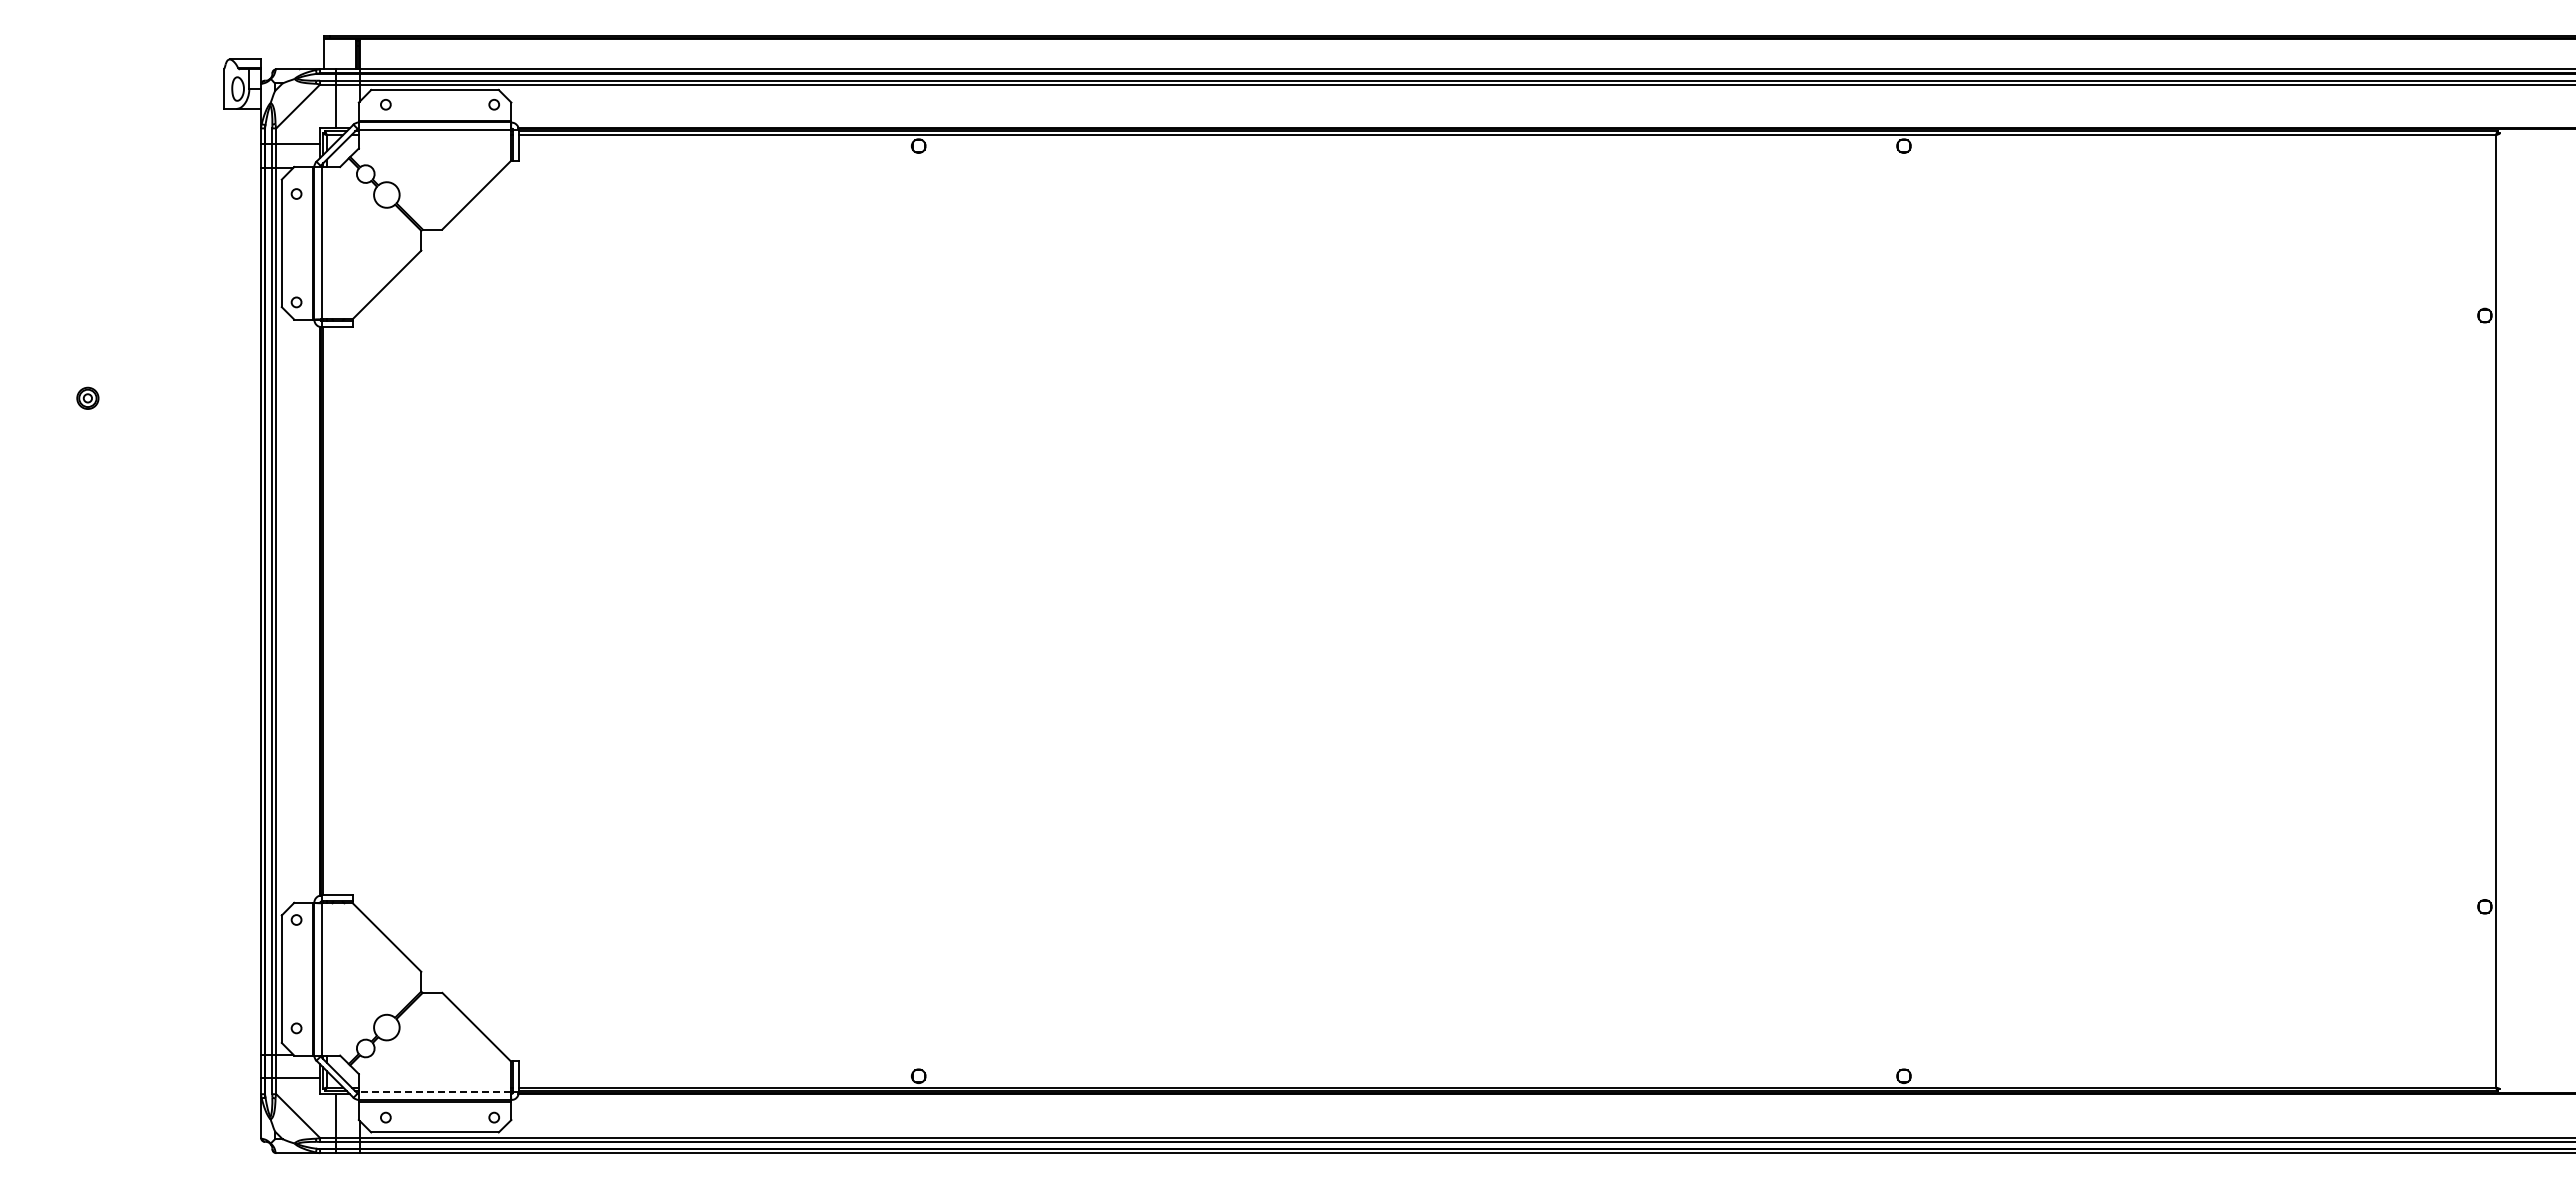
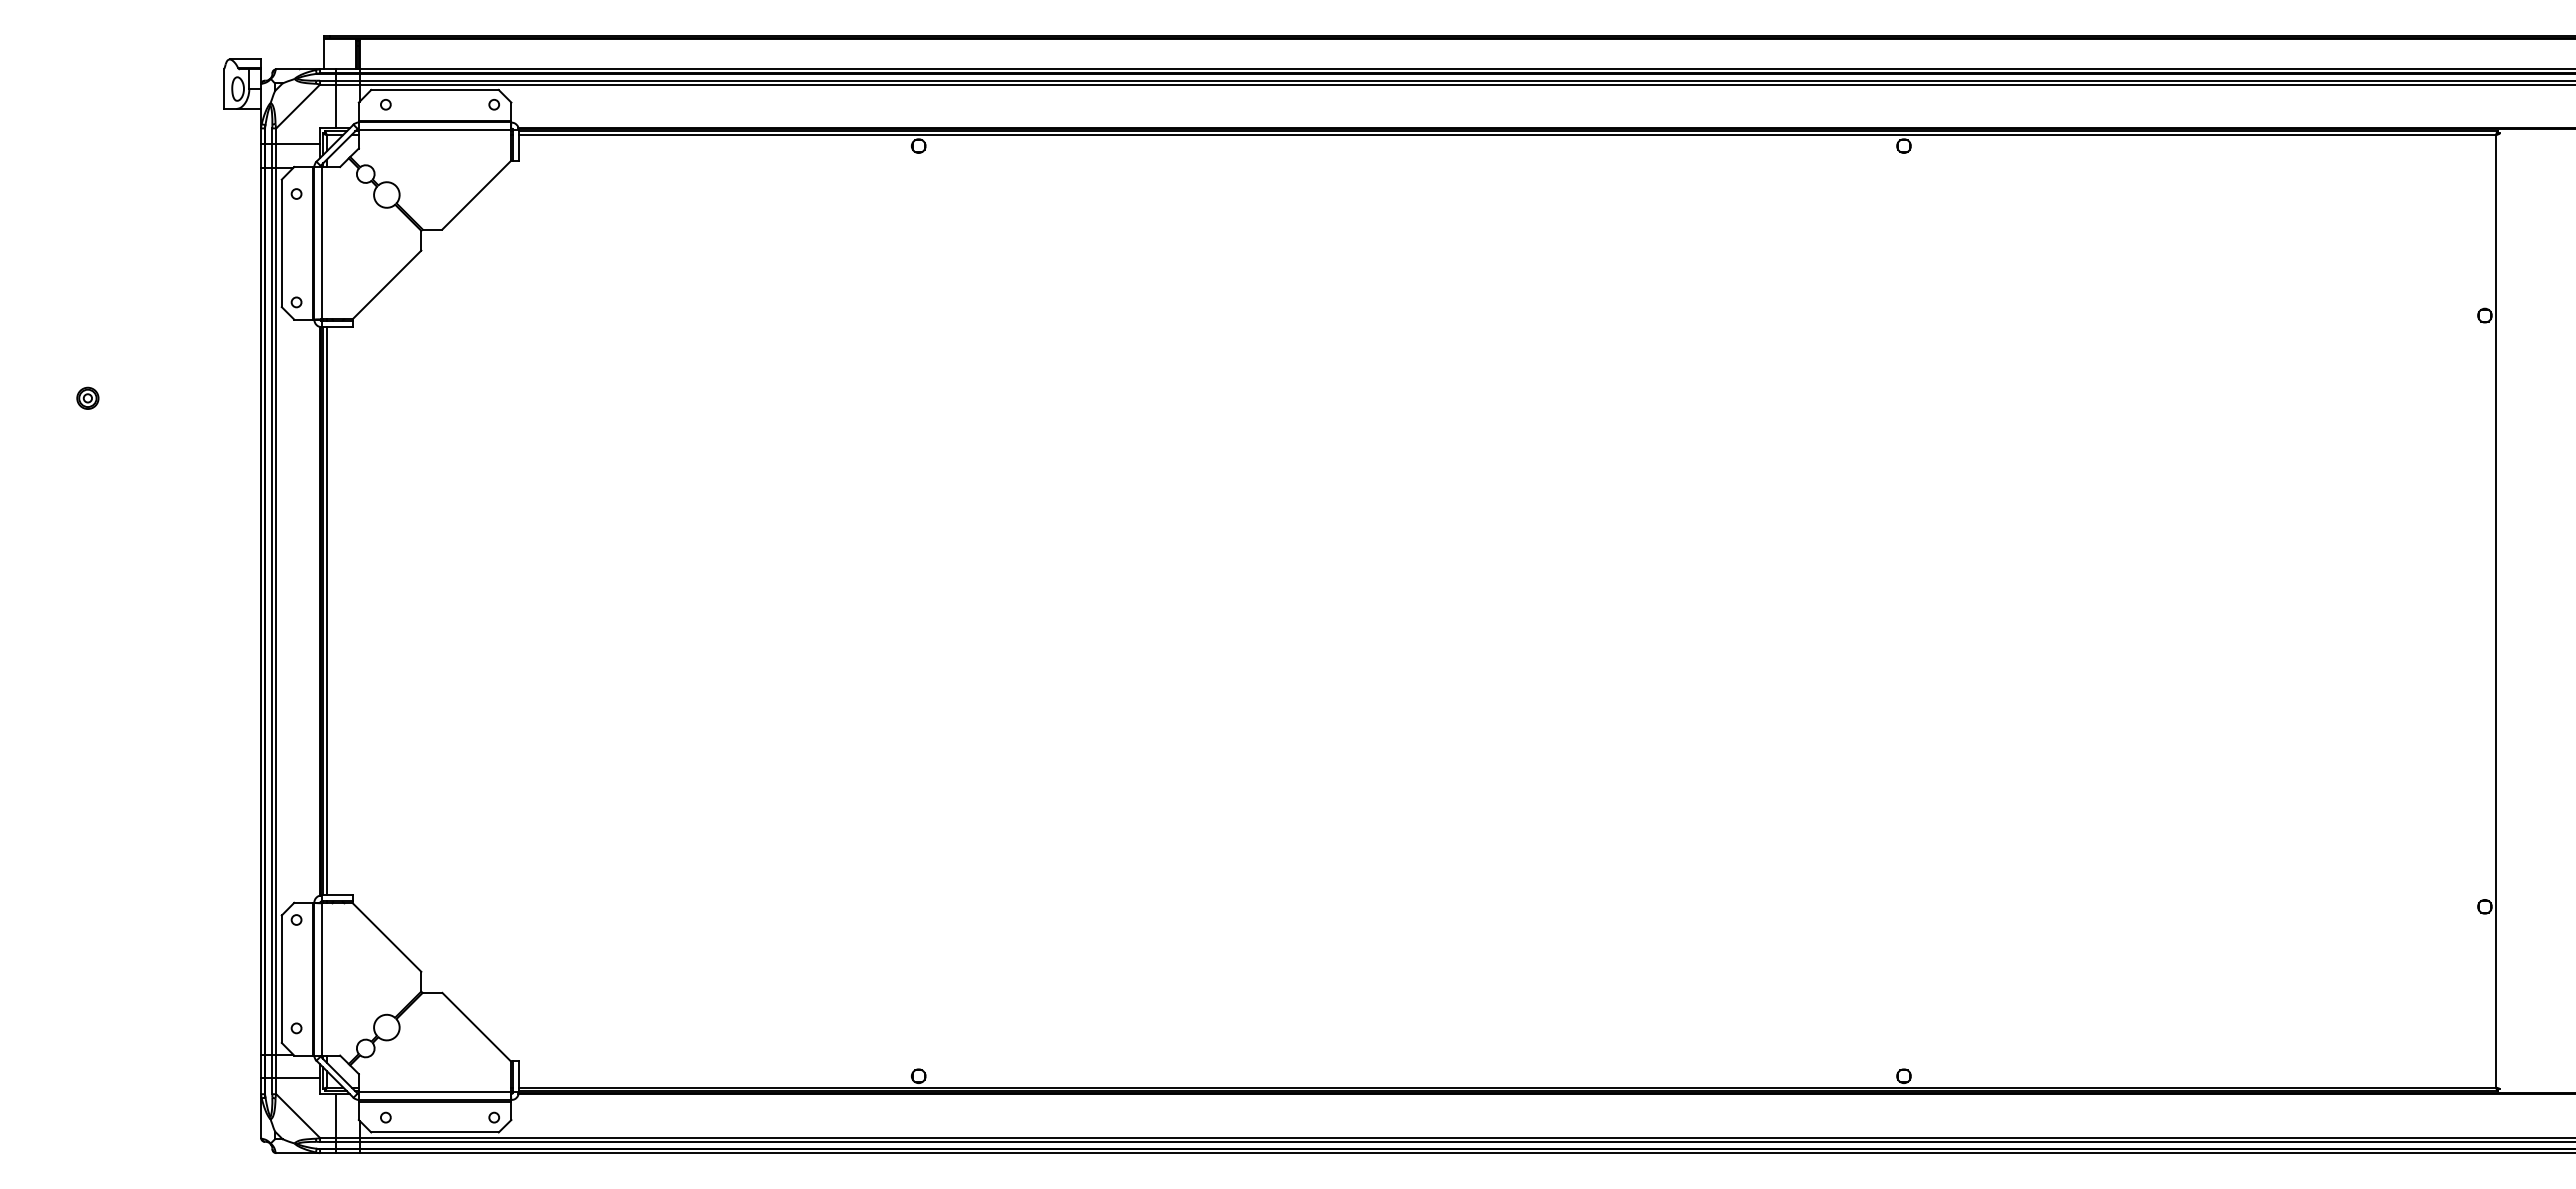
line at (326, 611): none -> present
line at (434, 1092): dashed -> solid
